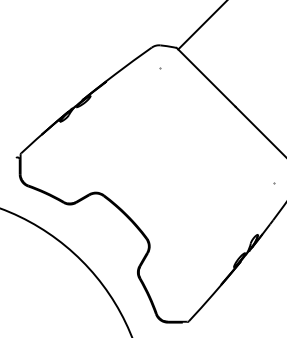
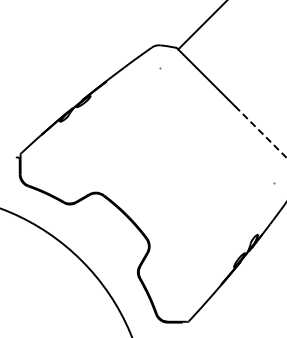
line at (260, 132): solid -> dashed
